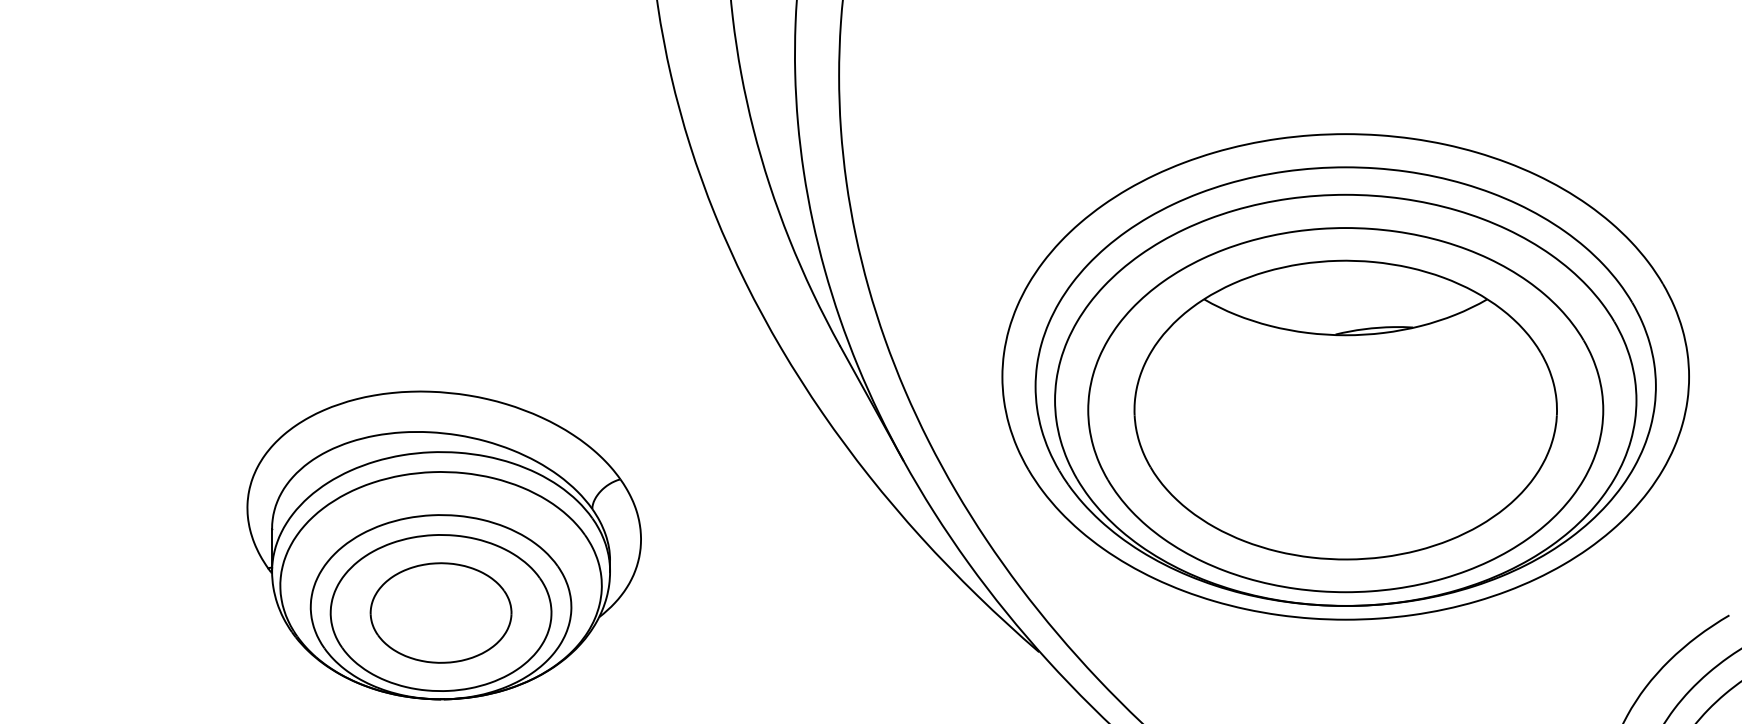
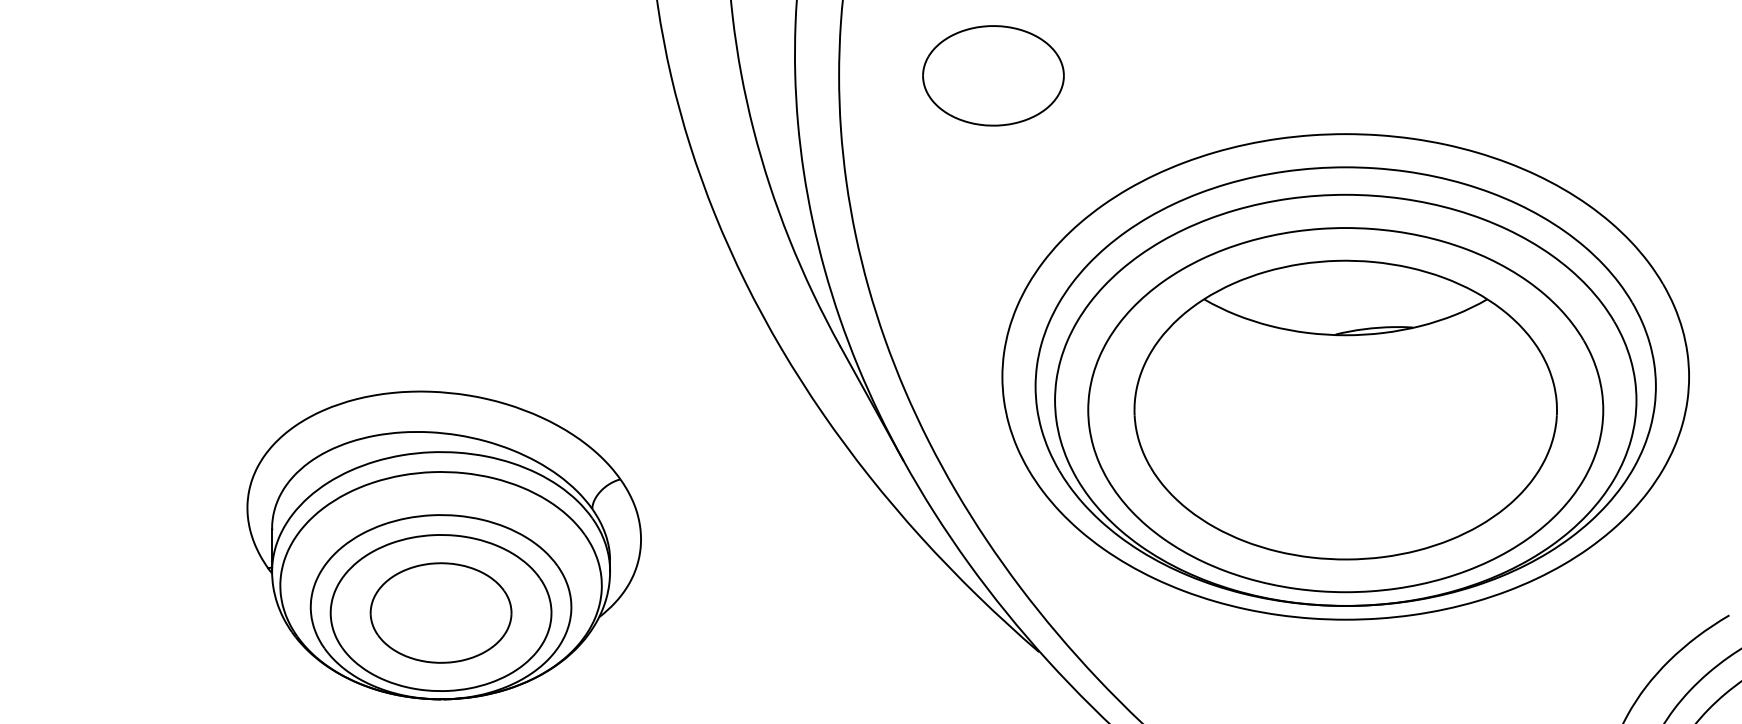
part at (993, 75): none -> present
